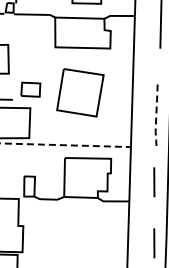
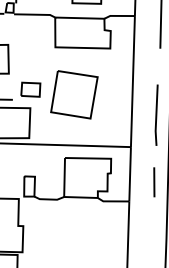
part at (80, 92) position: (80, 92) -> (74, 94)
line at (156, 117): dashed -> solid
line at (66, 145): dashed -> solid
line at (154, 243): present -> none
